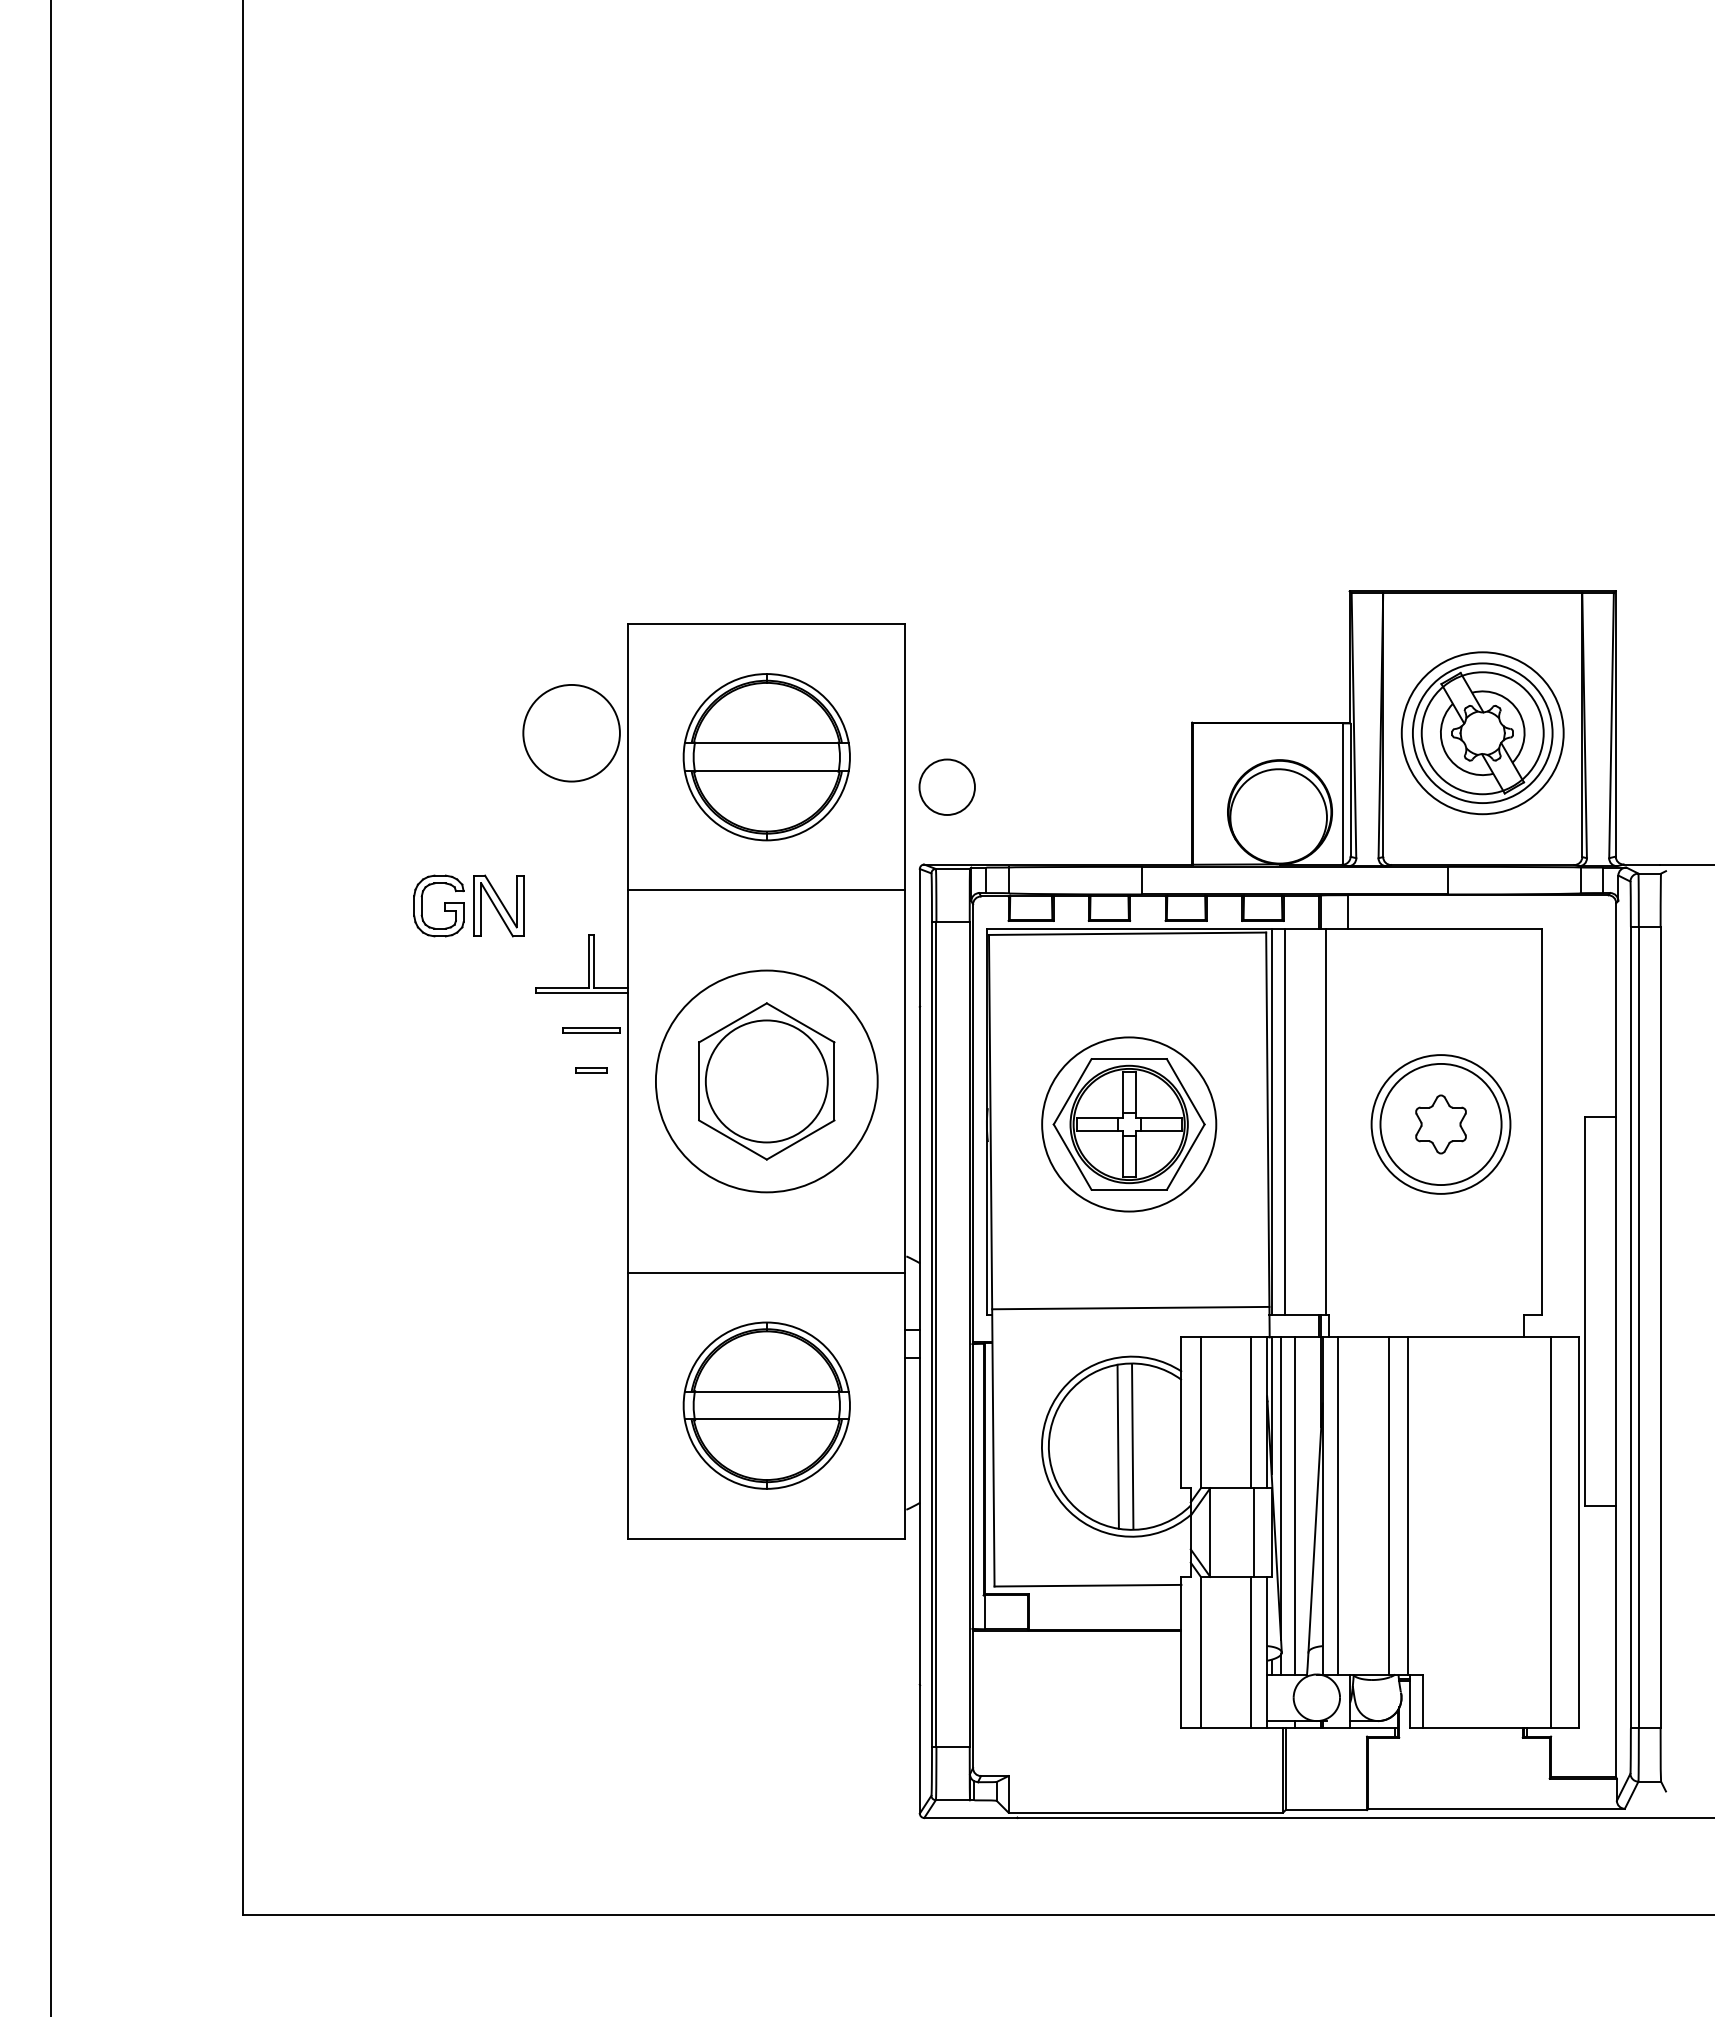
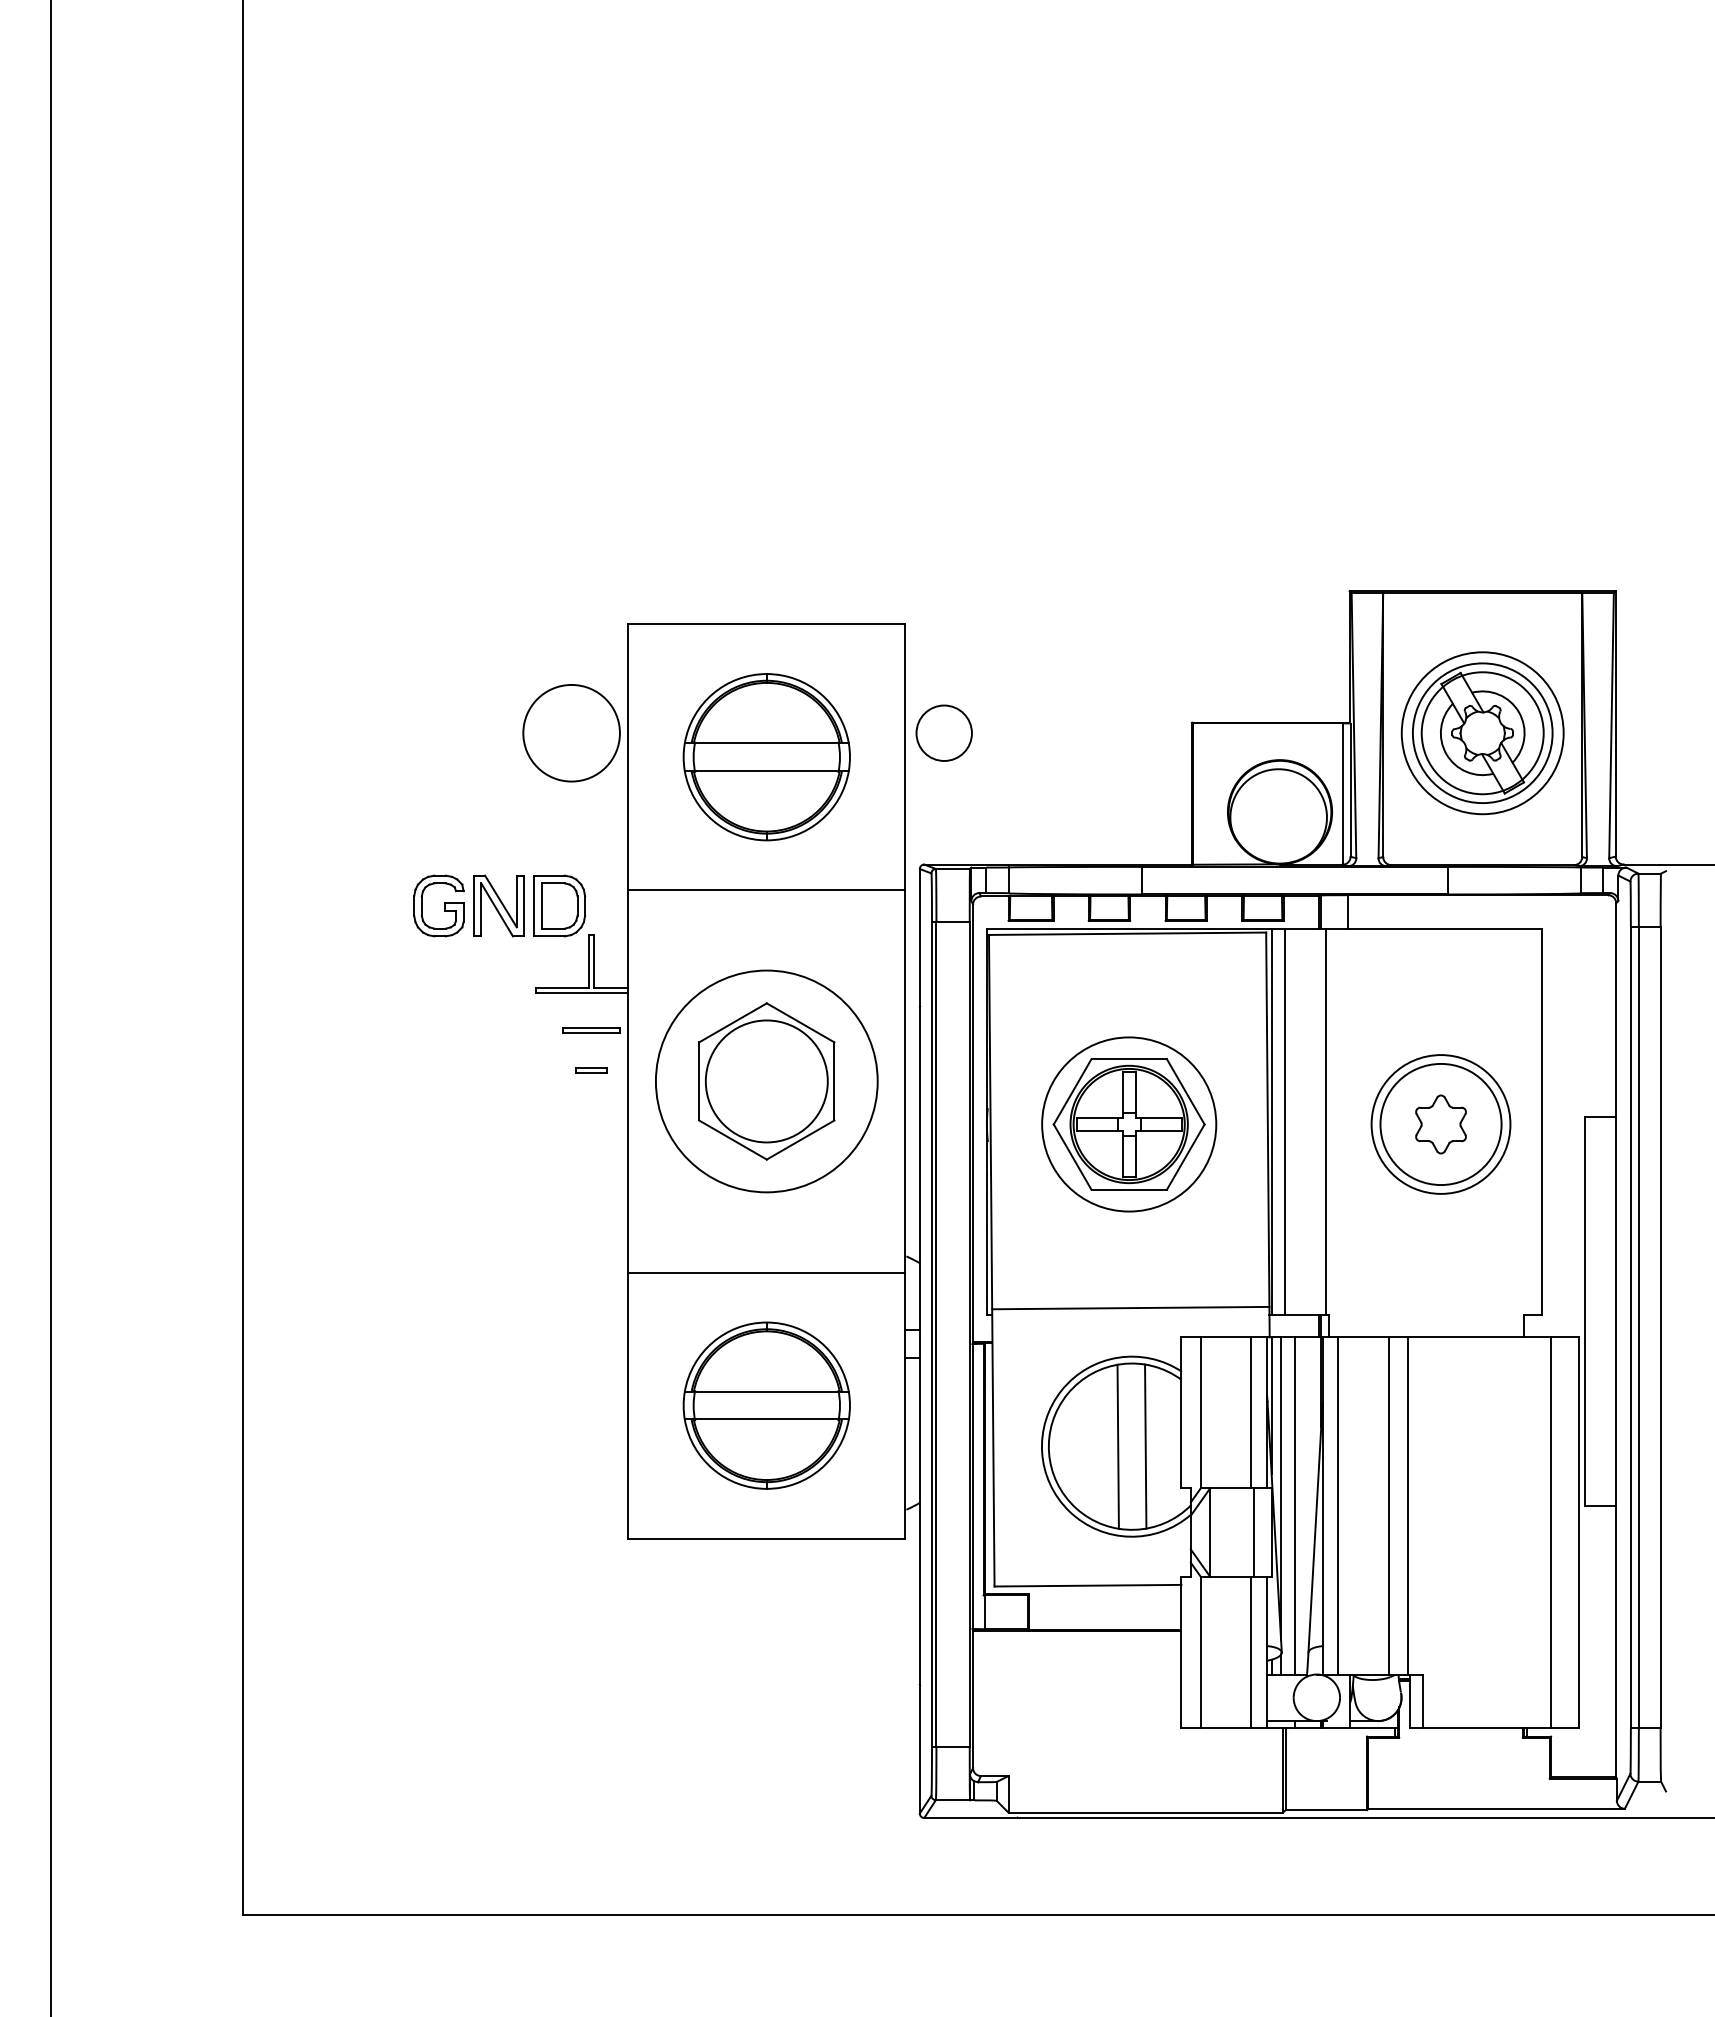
circle at (946, 786) position: (946, 786) -> (943, 732)
part at (559, 905): none -> present
line at (1132, 1446) position: (1132, 1446) -> (1145, 1446)
